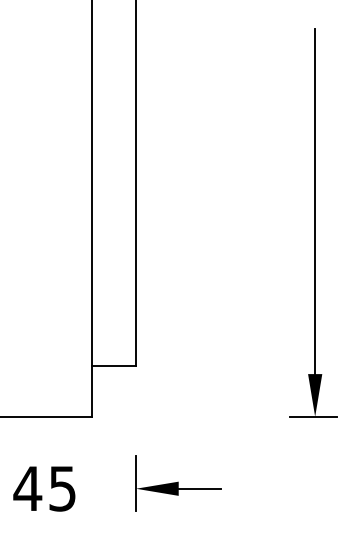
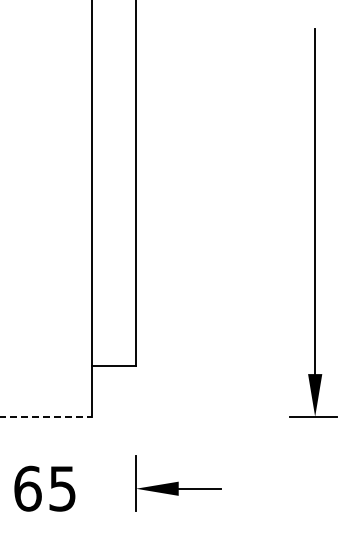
line at (46, 416): solid -> dashed
text at (27, 488): 45 -> 65
